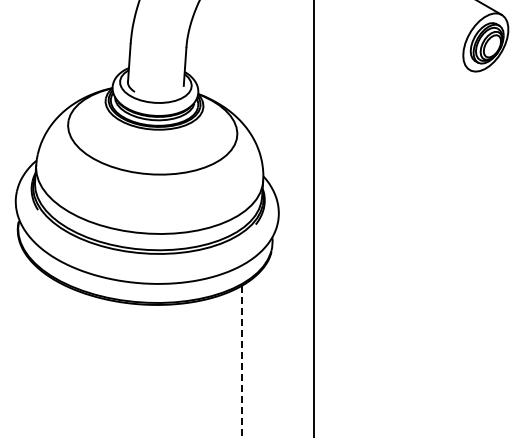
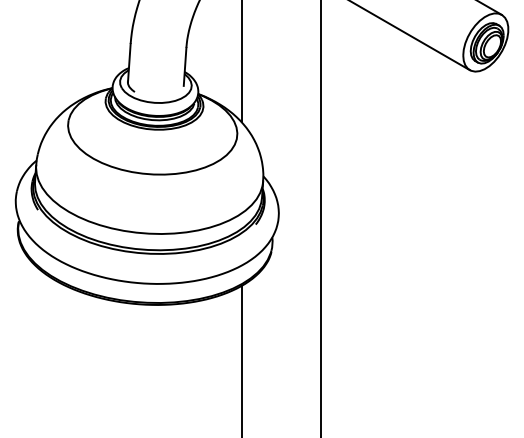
line at (410, 36): none -> present
line at (241, 62): none -> present
line at (314, 218) position: (314, 218) -> (321, 218)
line at (241, 361): dashed -> solid
